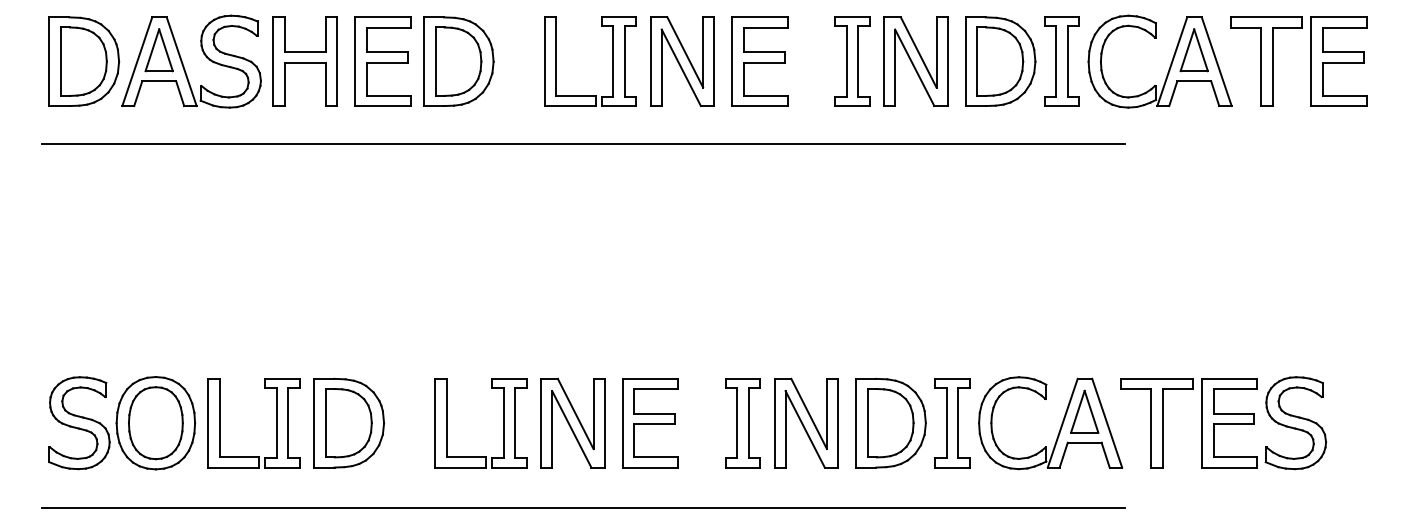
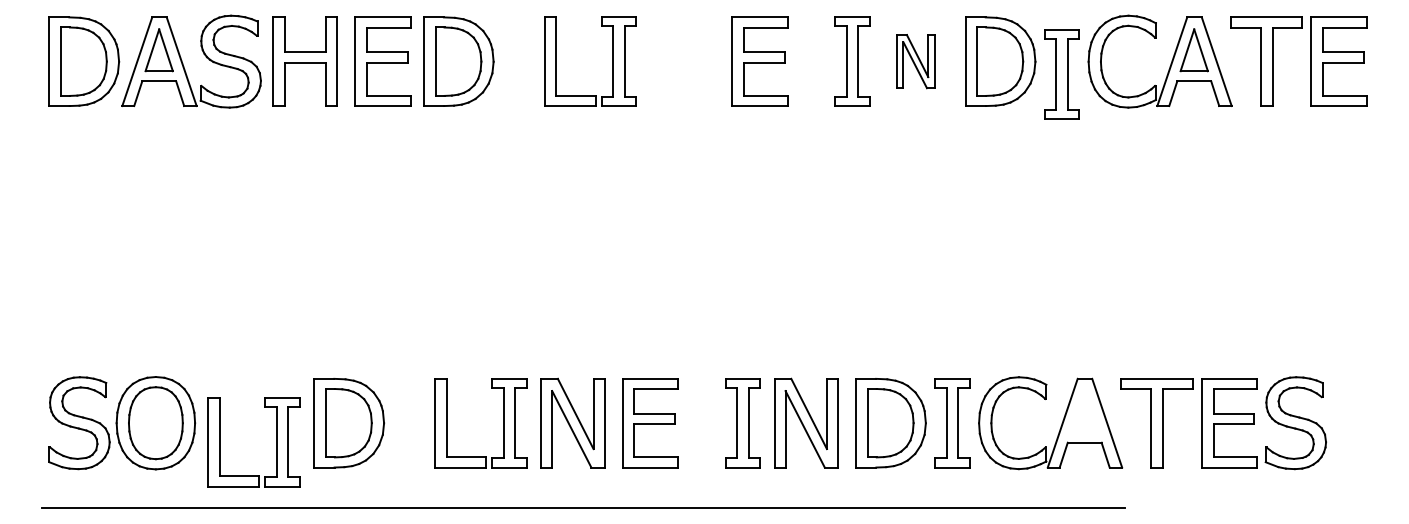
part at (682, 61): present -> none
part at (915, 61) size: 66x91 px -> 40x56 px
part at (1061, 61) position: (1061, 61) -> (1061, 74)
line at (583, 143): present -> none
part at (1084, 411): present -> none
part at (276, 423) position: (276, 423) -> (276, 442)
